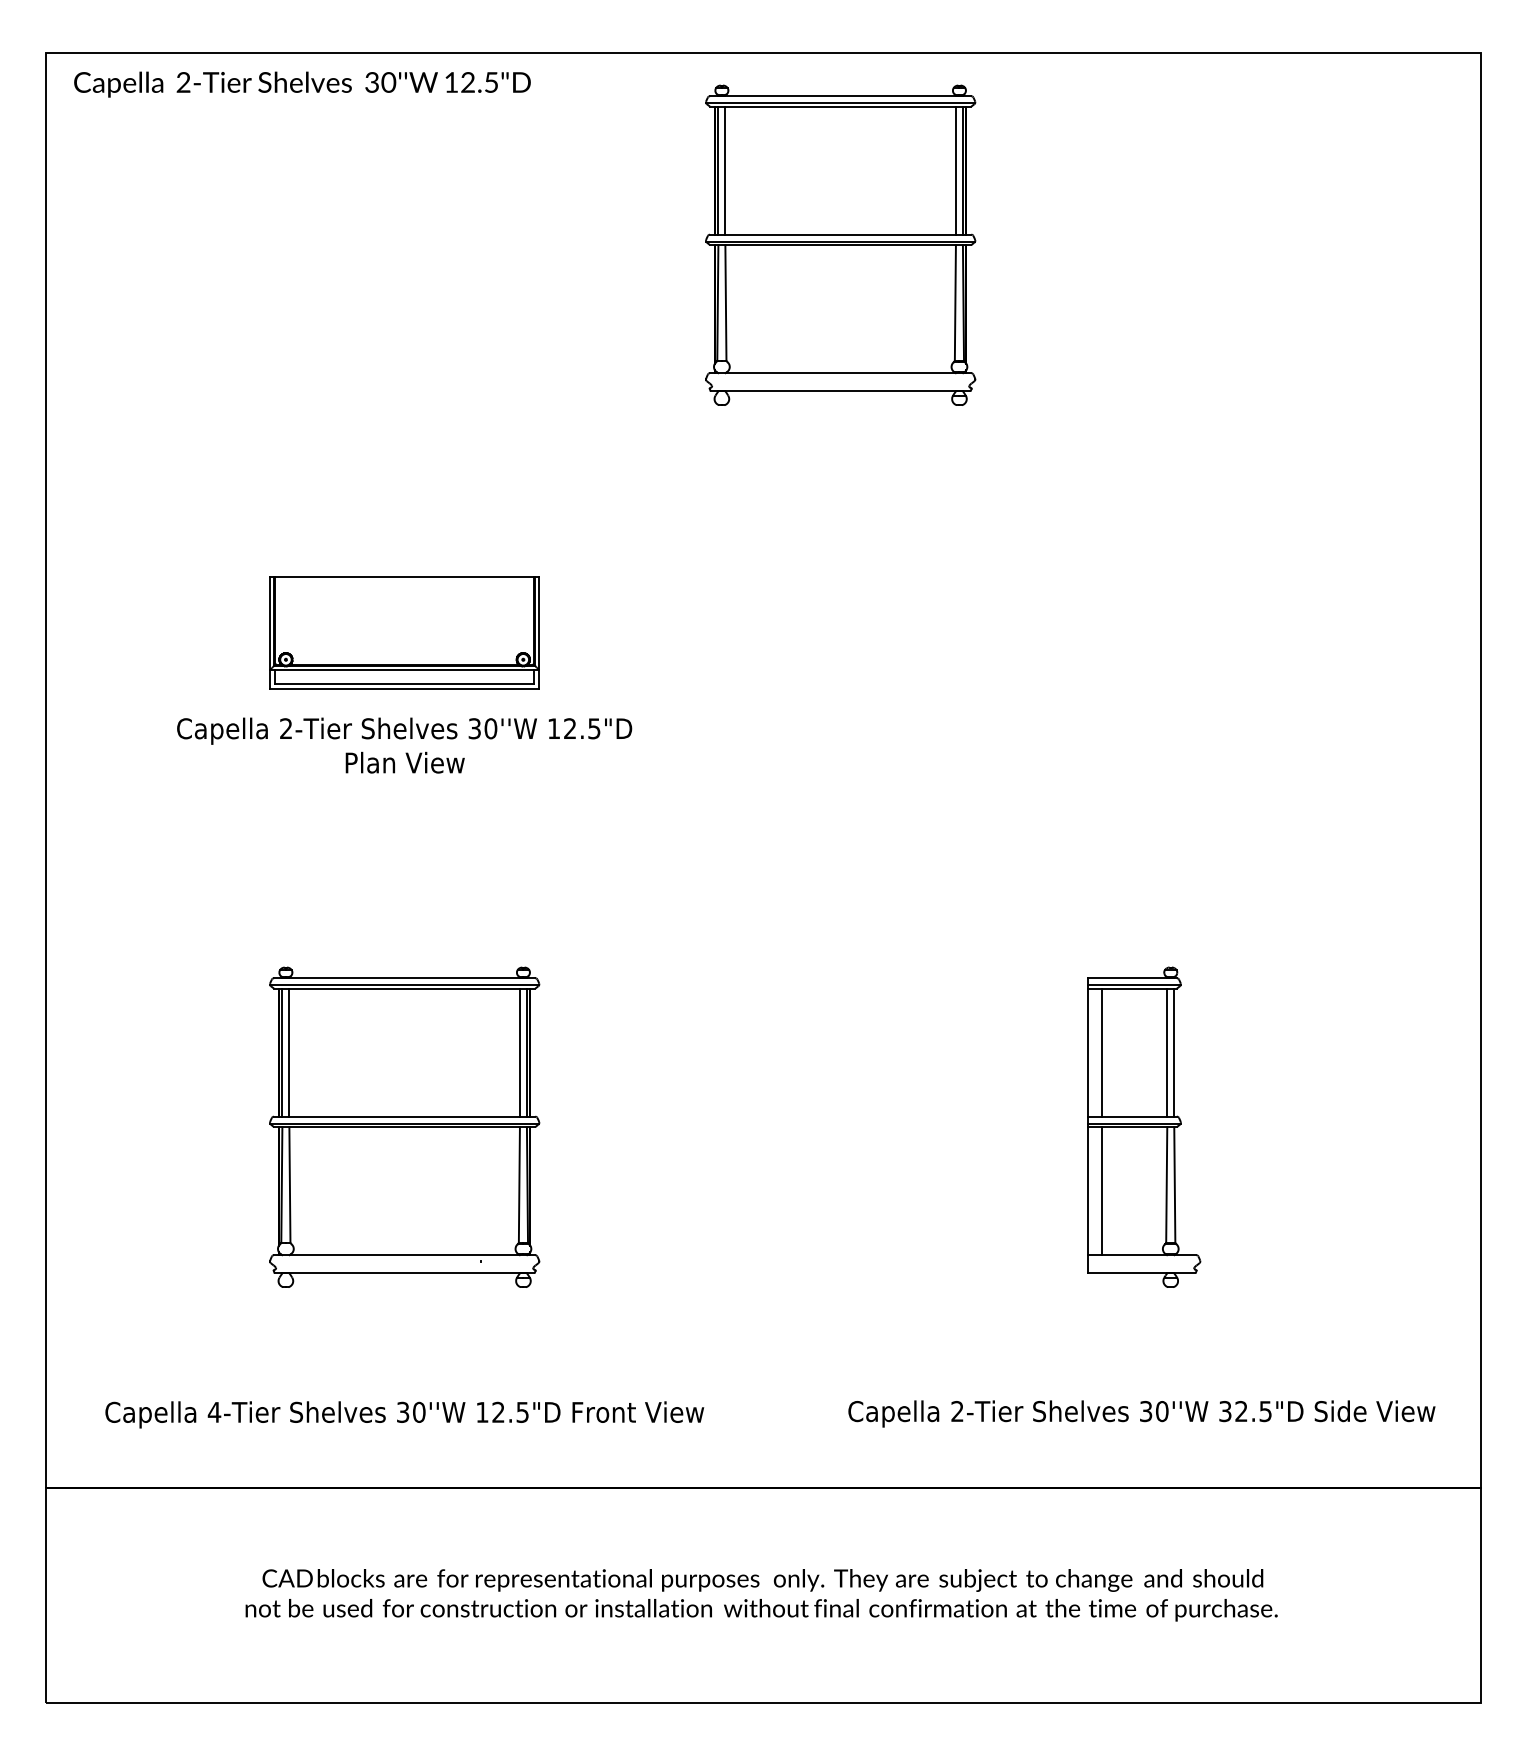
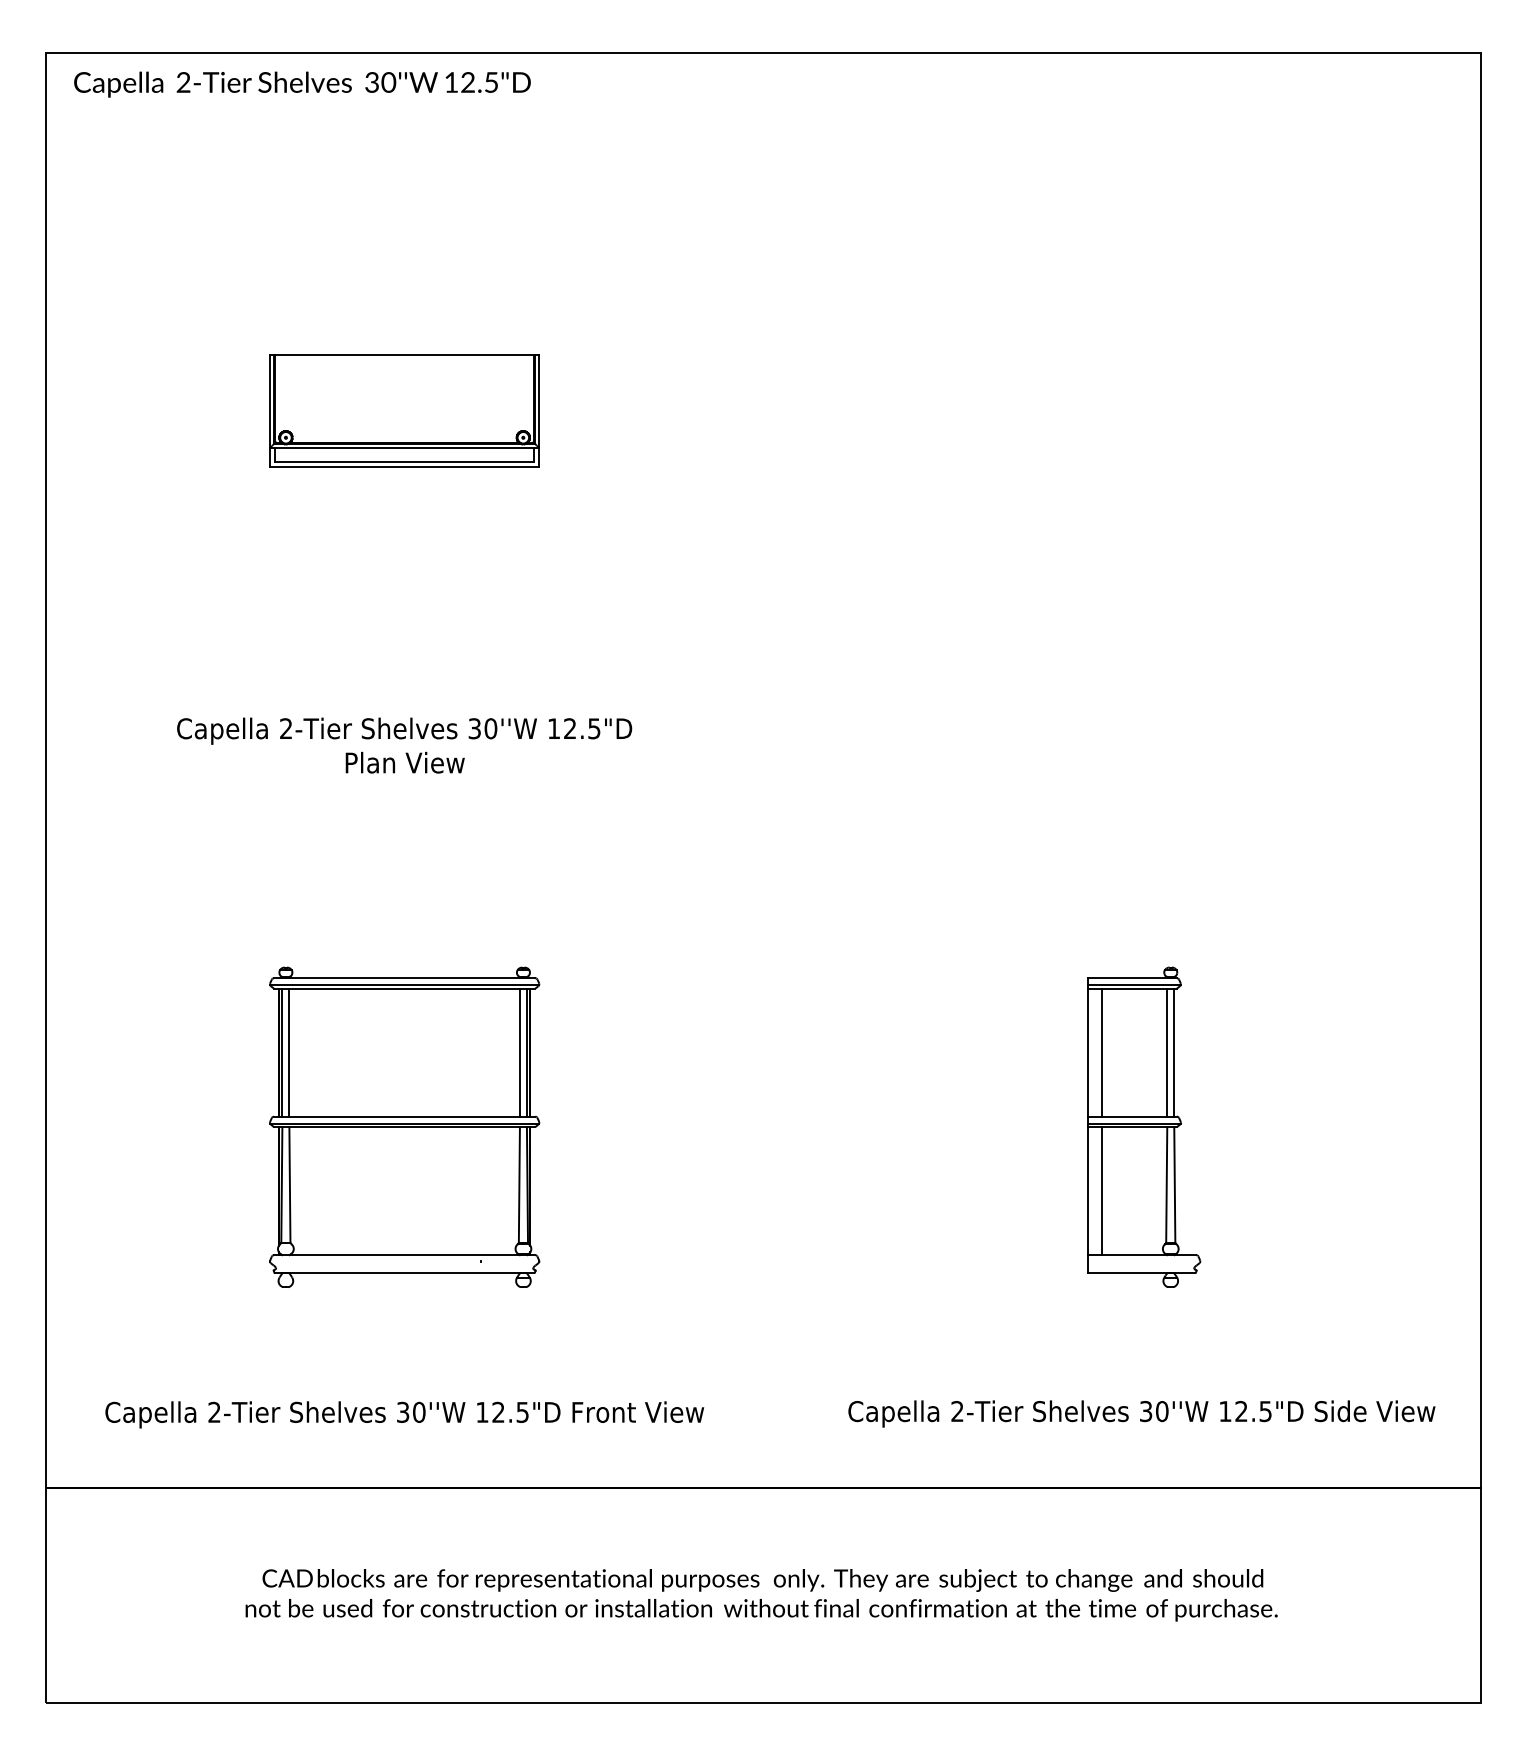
part at (840, 244): present -> none
part at (404, 632) position: (404, 632) -> (404, 410)
text at (214, 1411): 4-Tier -> 2-Tier
text at (1225, 1411): 32.5"D -> 12.5"D
